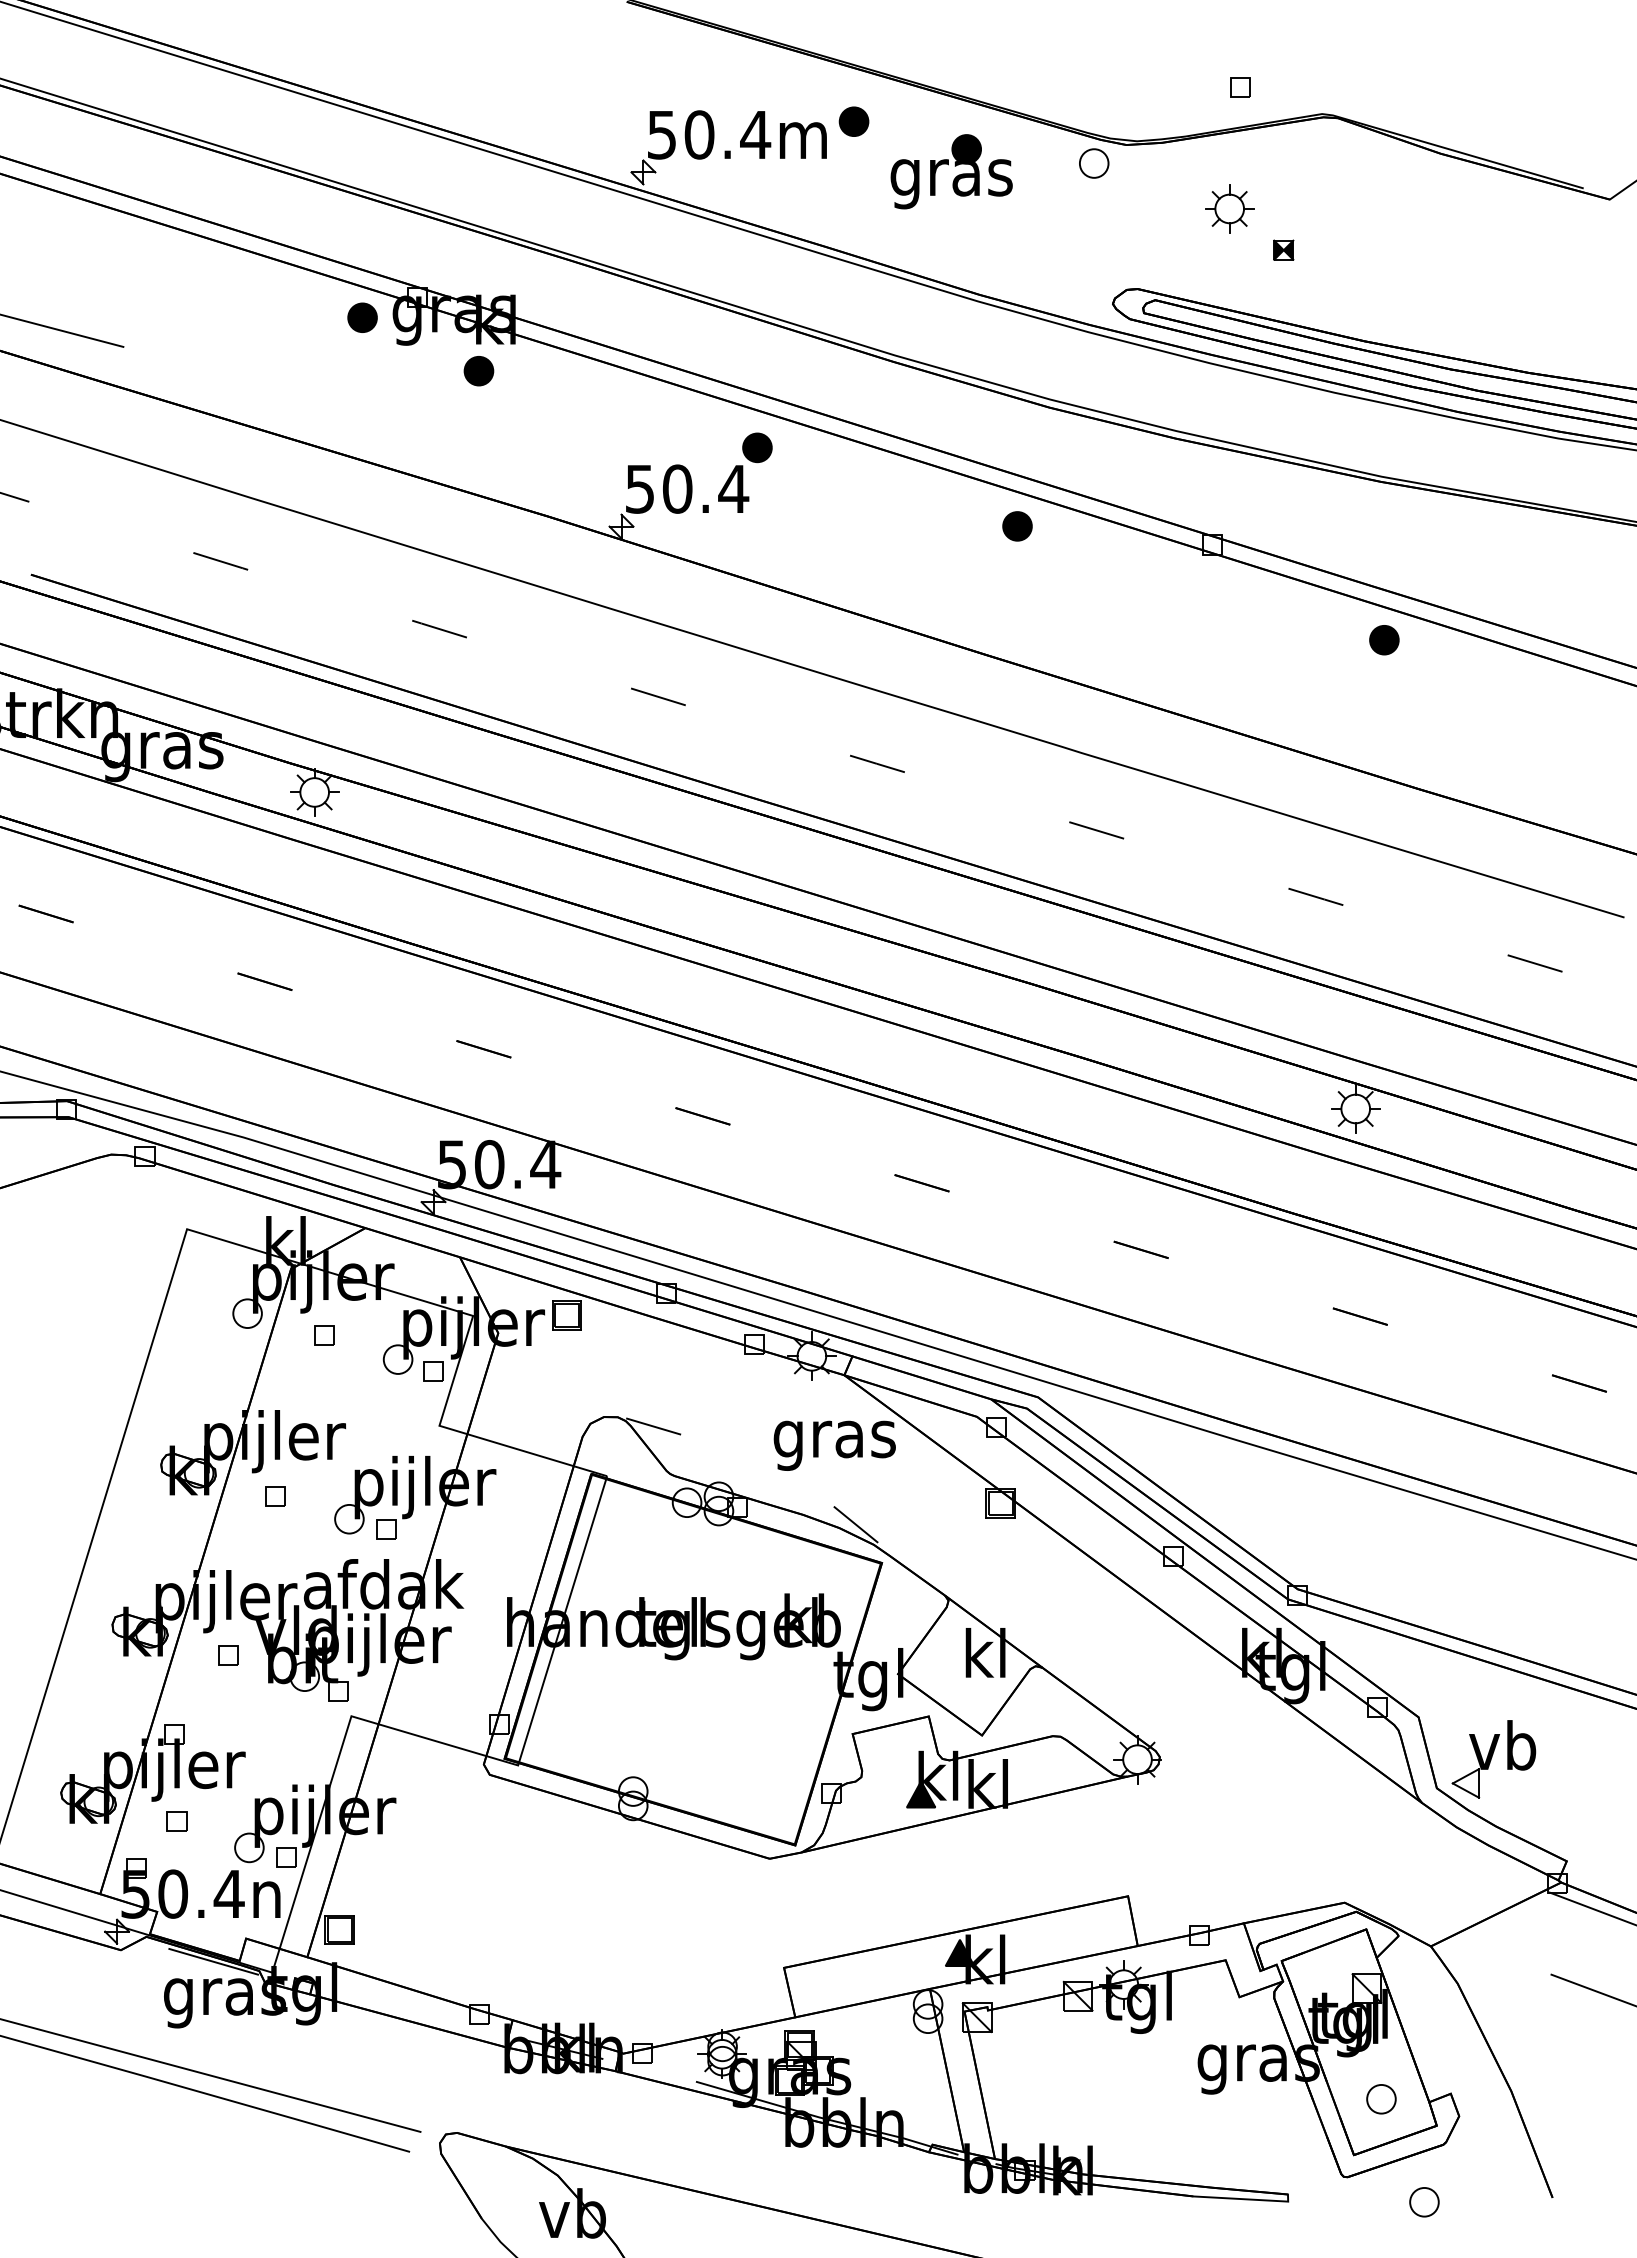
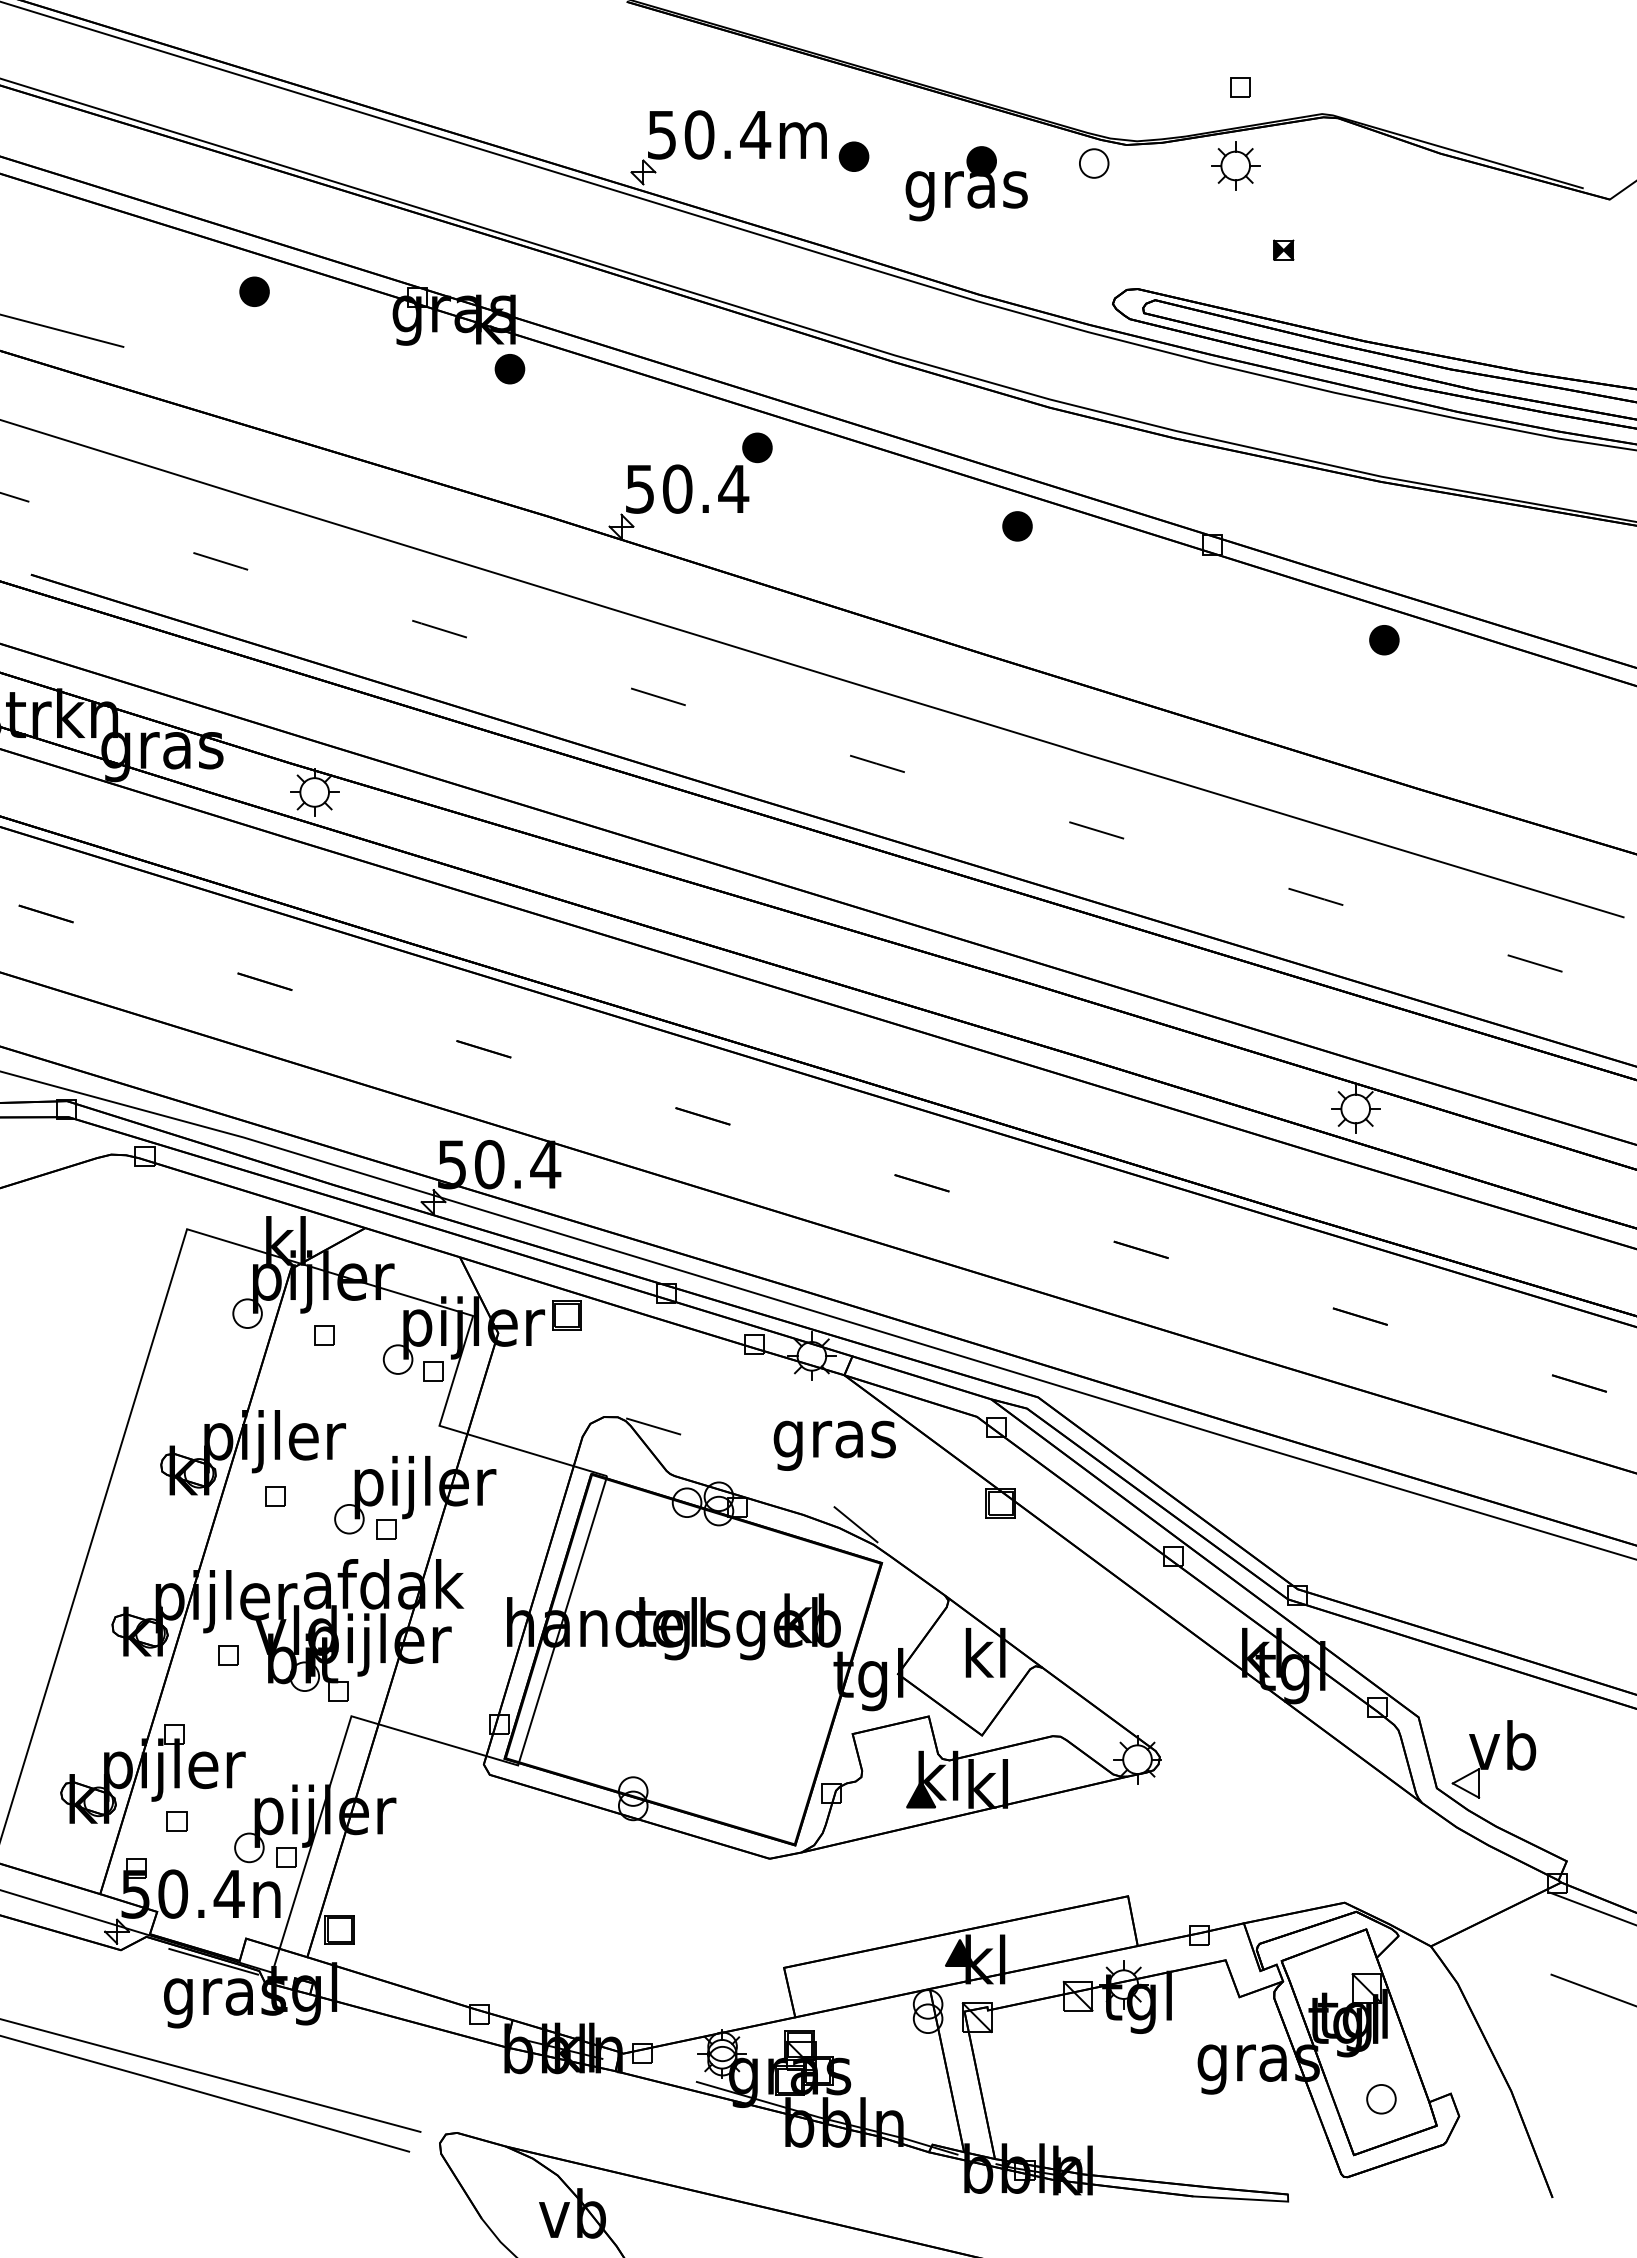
part at (853, 121) position: (853, 121) -> (853, 156)
part at (951, 171) position: (951, 171) -> (966, 183)
part at (1229, 208) position: (1229, 208) -> (1235, 165)
part at (362, 317) position: (362, 317) -> (254, 291)
part at (478, 371) position: (478, 371) -> (509, 369)
part at (1424, 2202): present -> none
